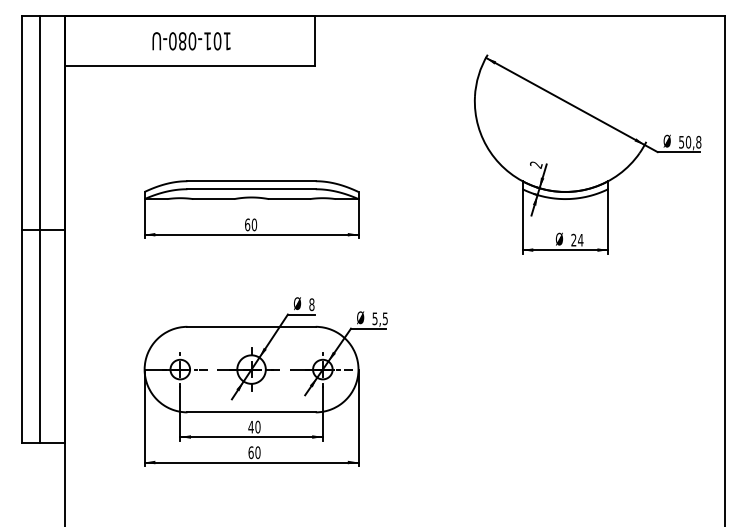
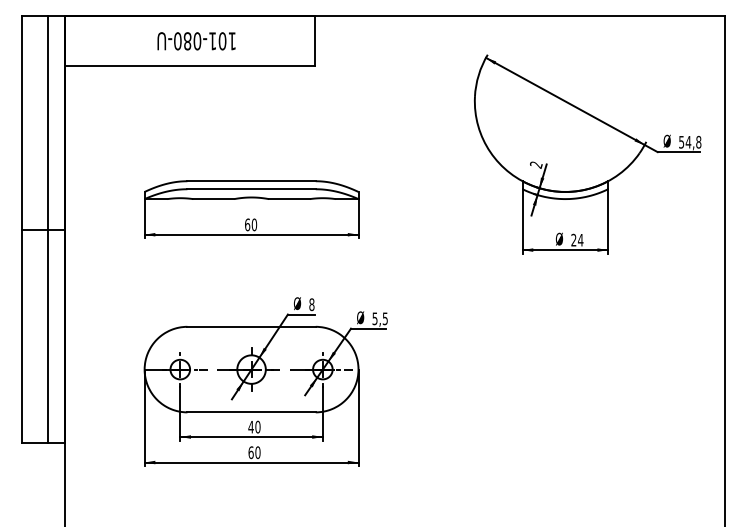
text at (191, 41) position: (191, 41) -> (196, 41)
text at (688, 141): 50,8 -> 54,8
line at (40, 229) position: (40, 229) -> (48, 229)
